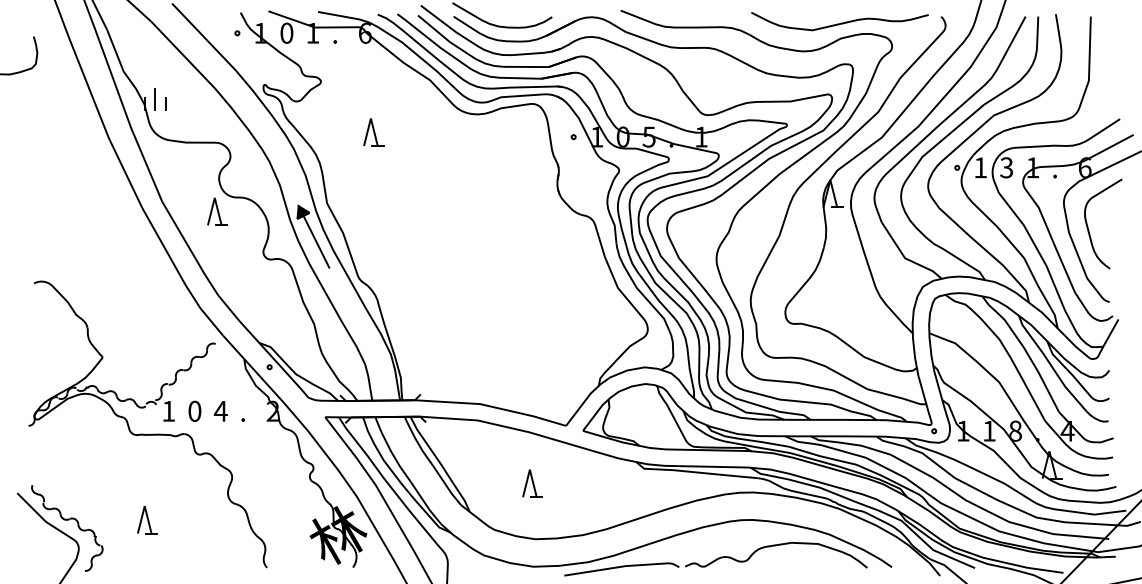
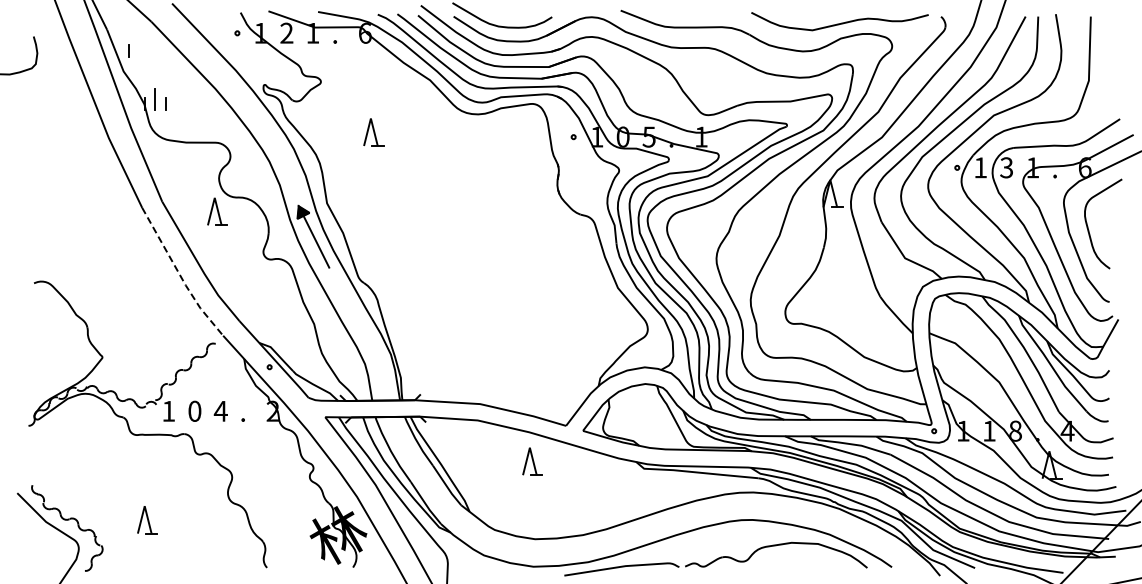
text at (286, 32): 0 -> 2
line at (128, 50): none -> present
line at (180, 275): solid -> dashed
part at (532, 483) position: (532, 483) -> (532, 461)
